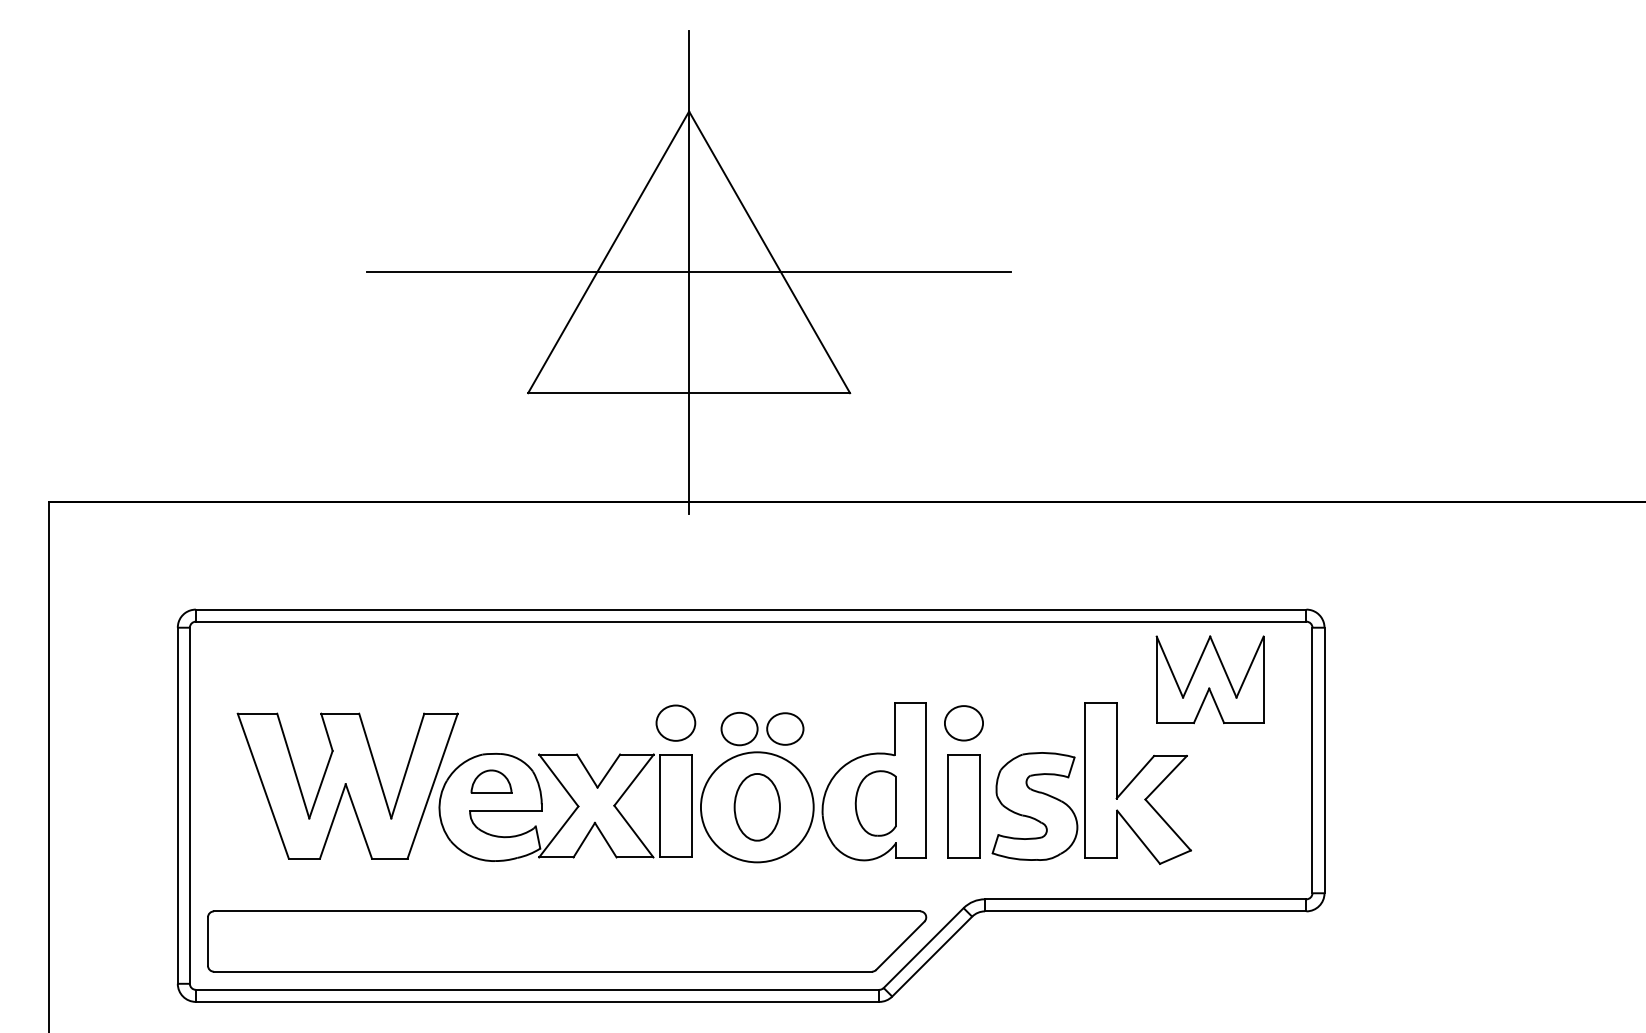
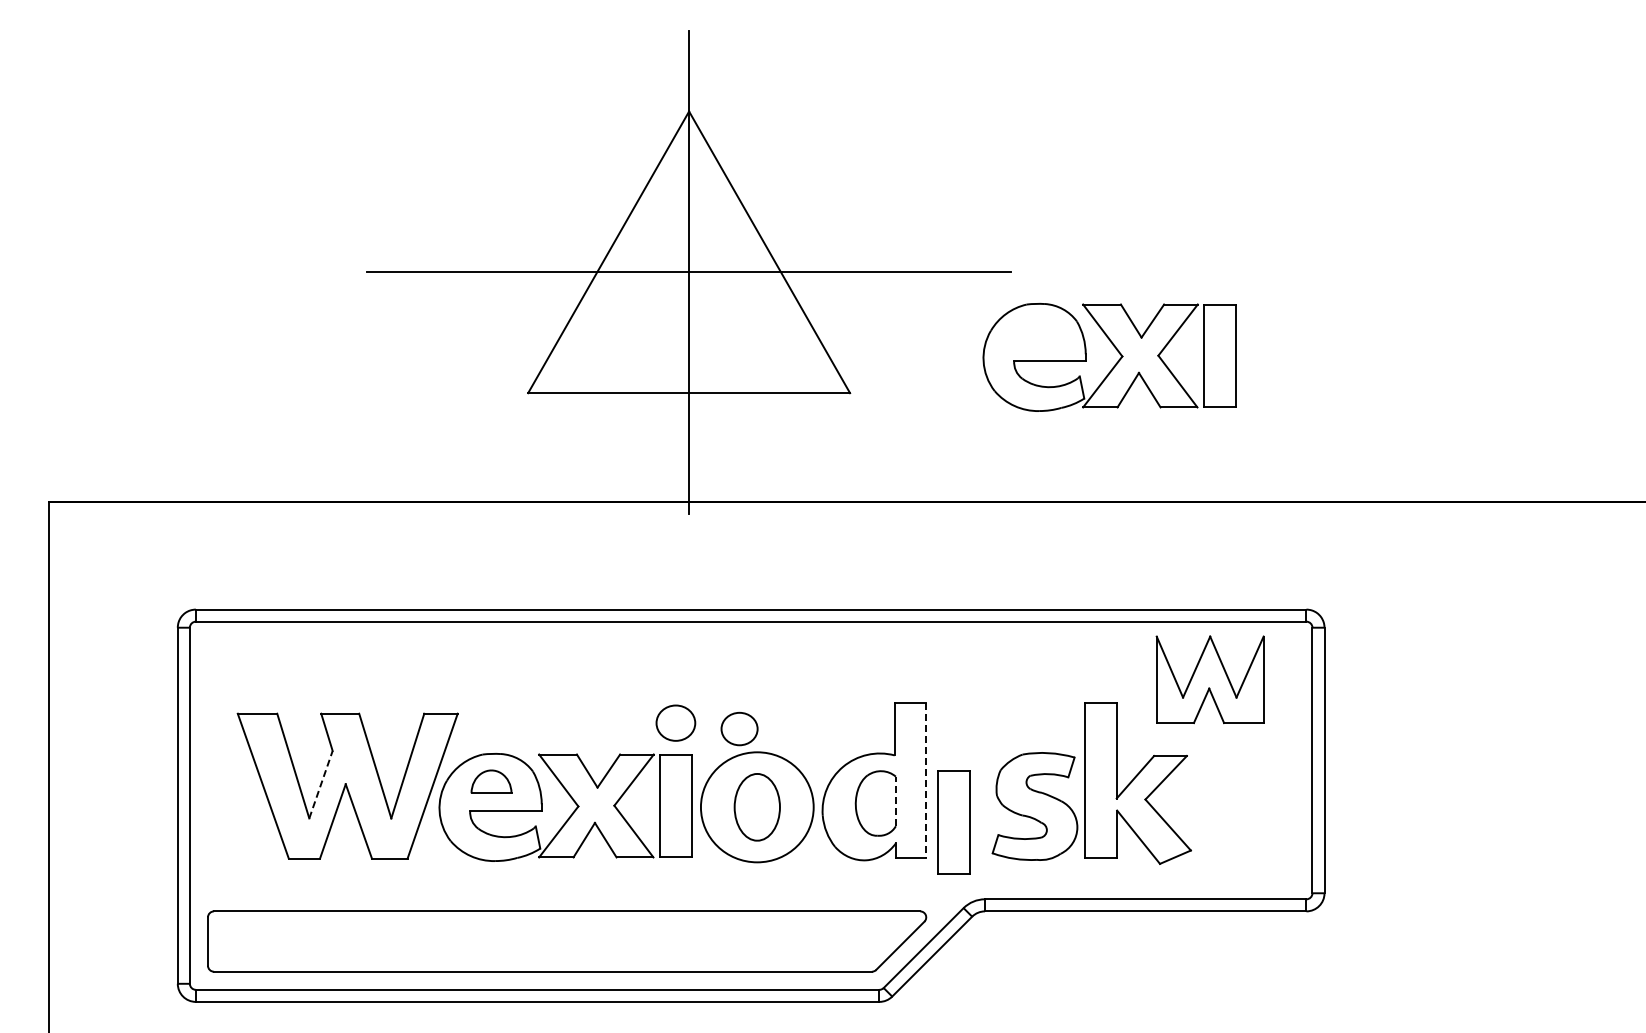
part at (1115, 363): none -> present
part at (963, 723): present -> none
part at (785, 728): present -> none
line at (926, 781): solid -> dashed
line at (321, 784): solid -> dashed
line at (895, 801): solid -> dashed
part at (963, 806) position: (963, 806) -> (953, 822)
